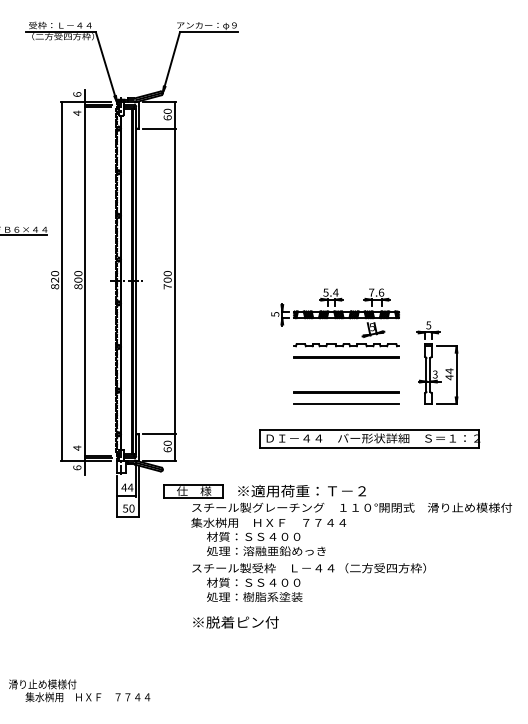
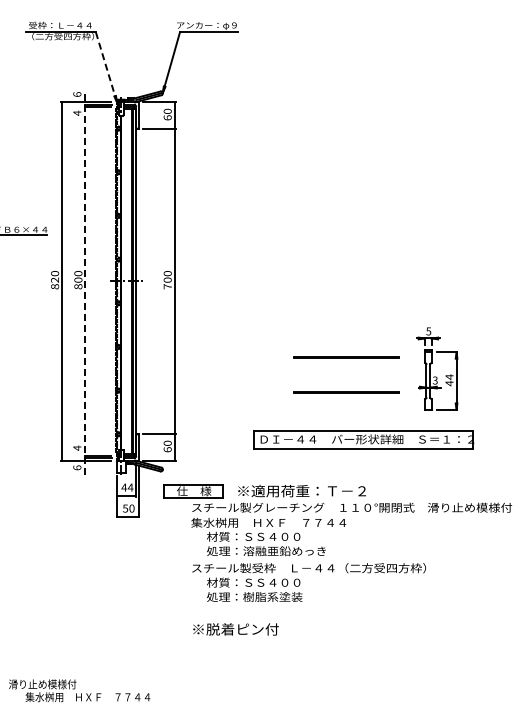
line at (106, 67): solid -> dashed
line at (85, 282): solid -> dashed
part at (335, 317): present -> none
part at (430, 362) position: (430, 362) -> (430, 368)
line at (346, 403): present -> none
part at (369, 438) position: (369, 438) -> (363, 439)
text at (235, 622) position: (235, 622) -> (235, 629)
